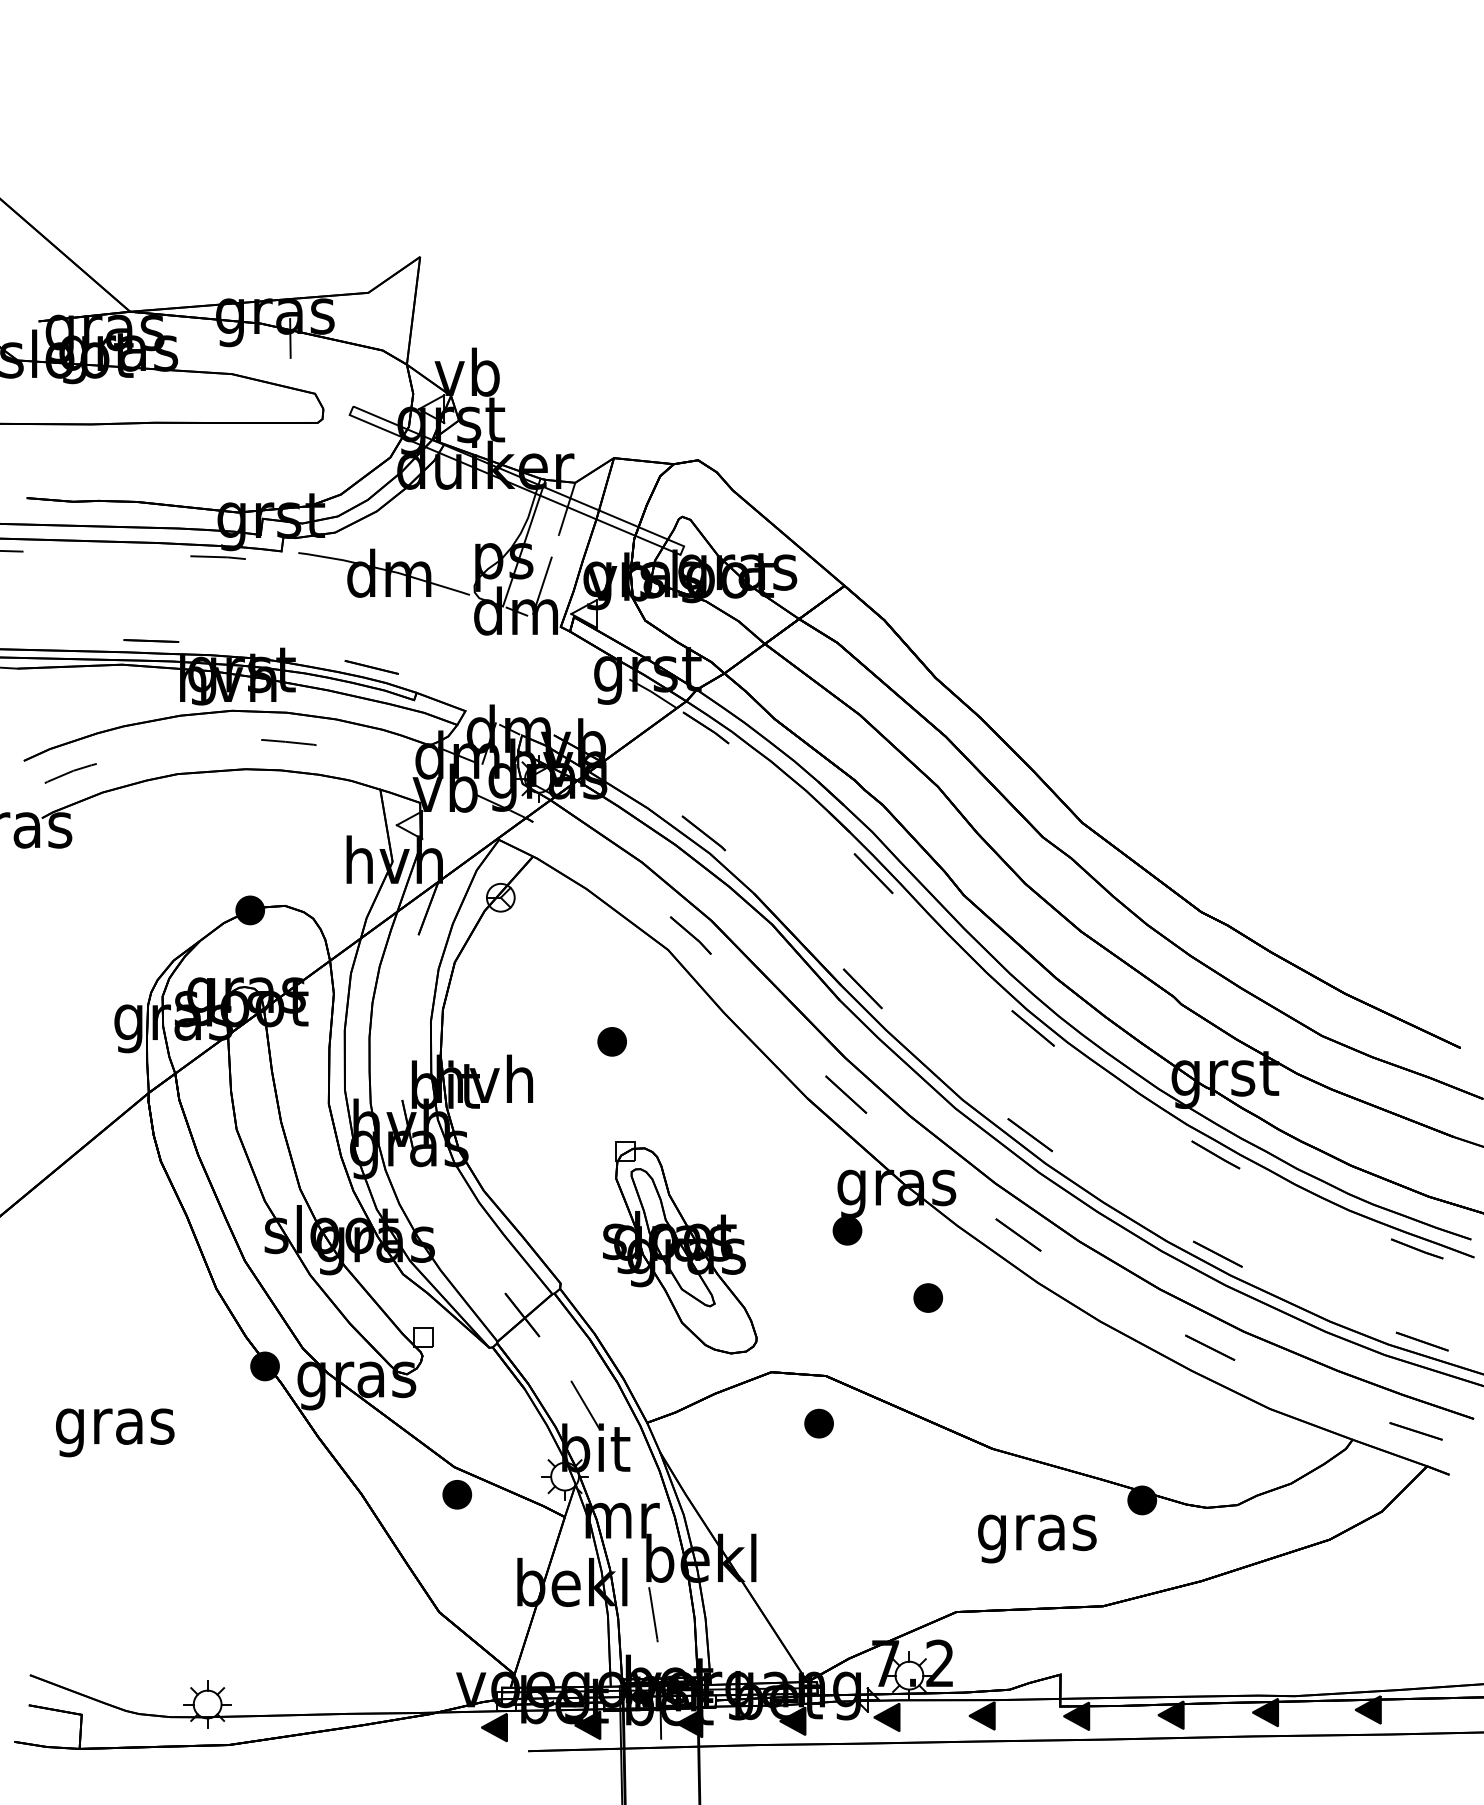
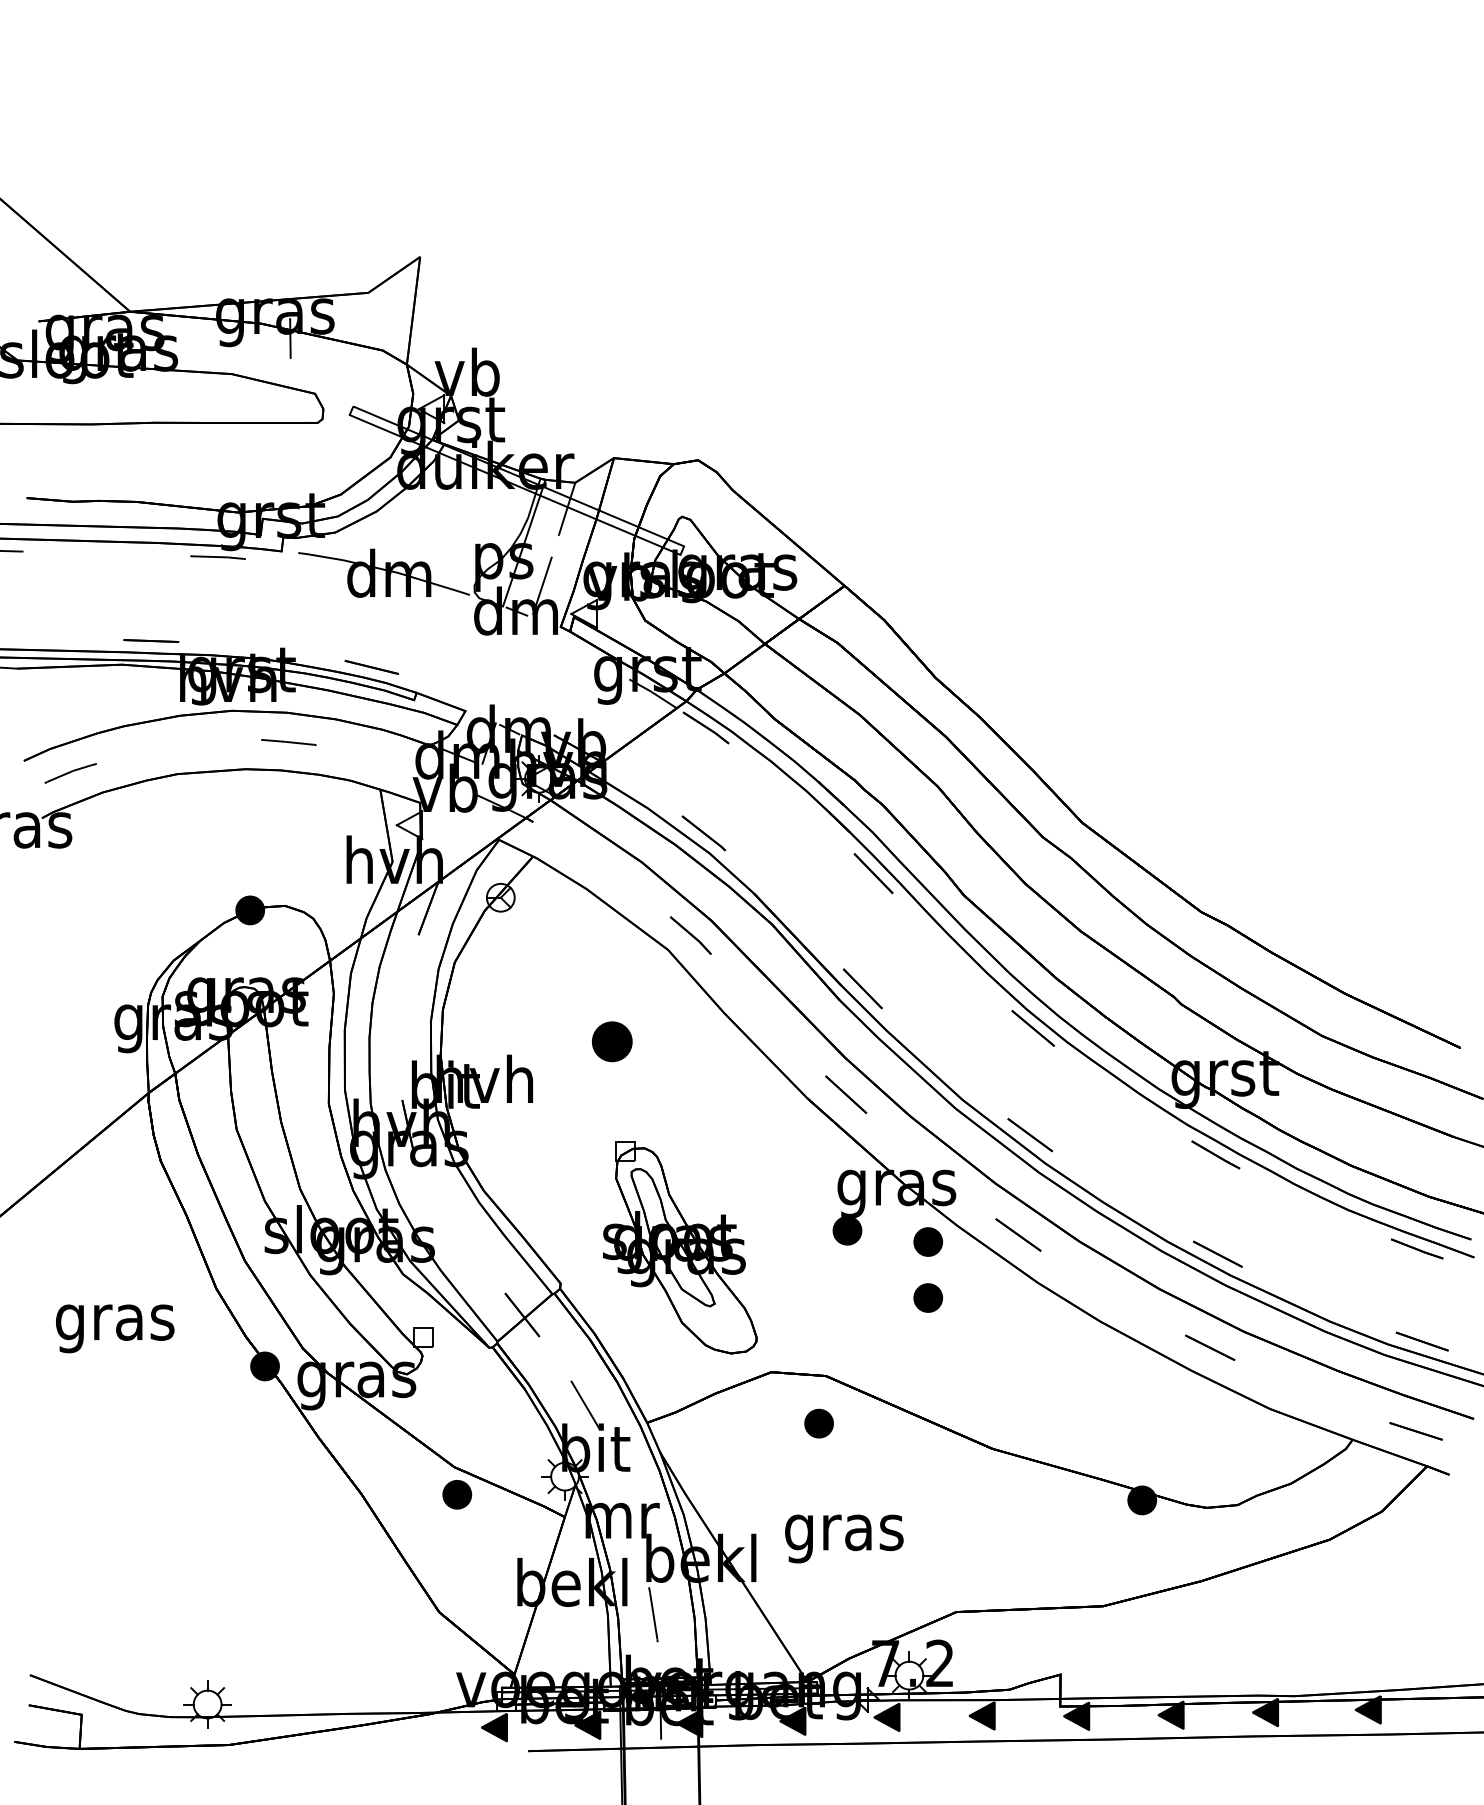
part at (611, 1041) size: 30x30 px -> 42x42 px
part at (928, 1241): none -> present
text at (115, 1432) position: (115, 1432) -> (115, 1328)
text at (1037, 1538) position: (1037, 1538) -> (844, 1538)
